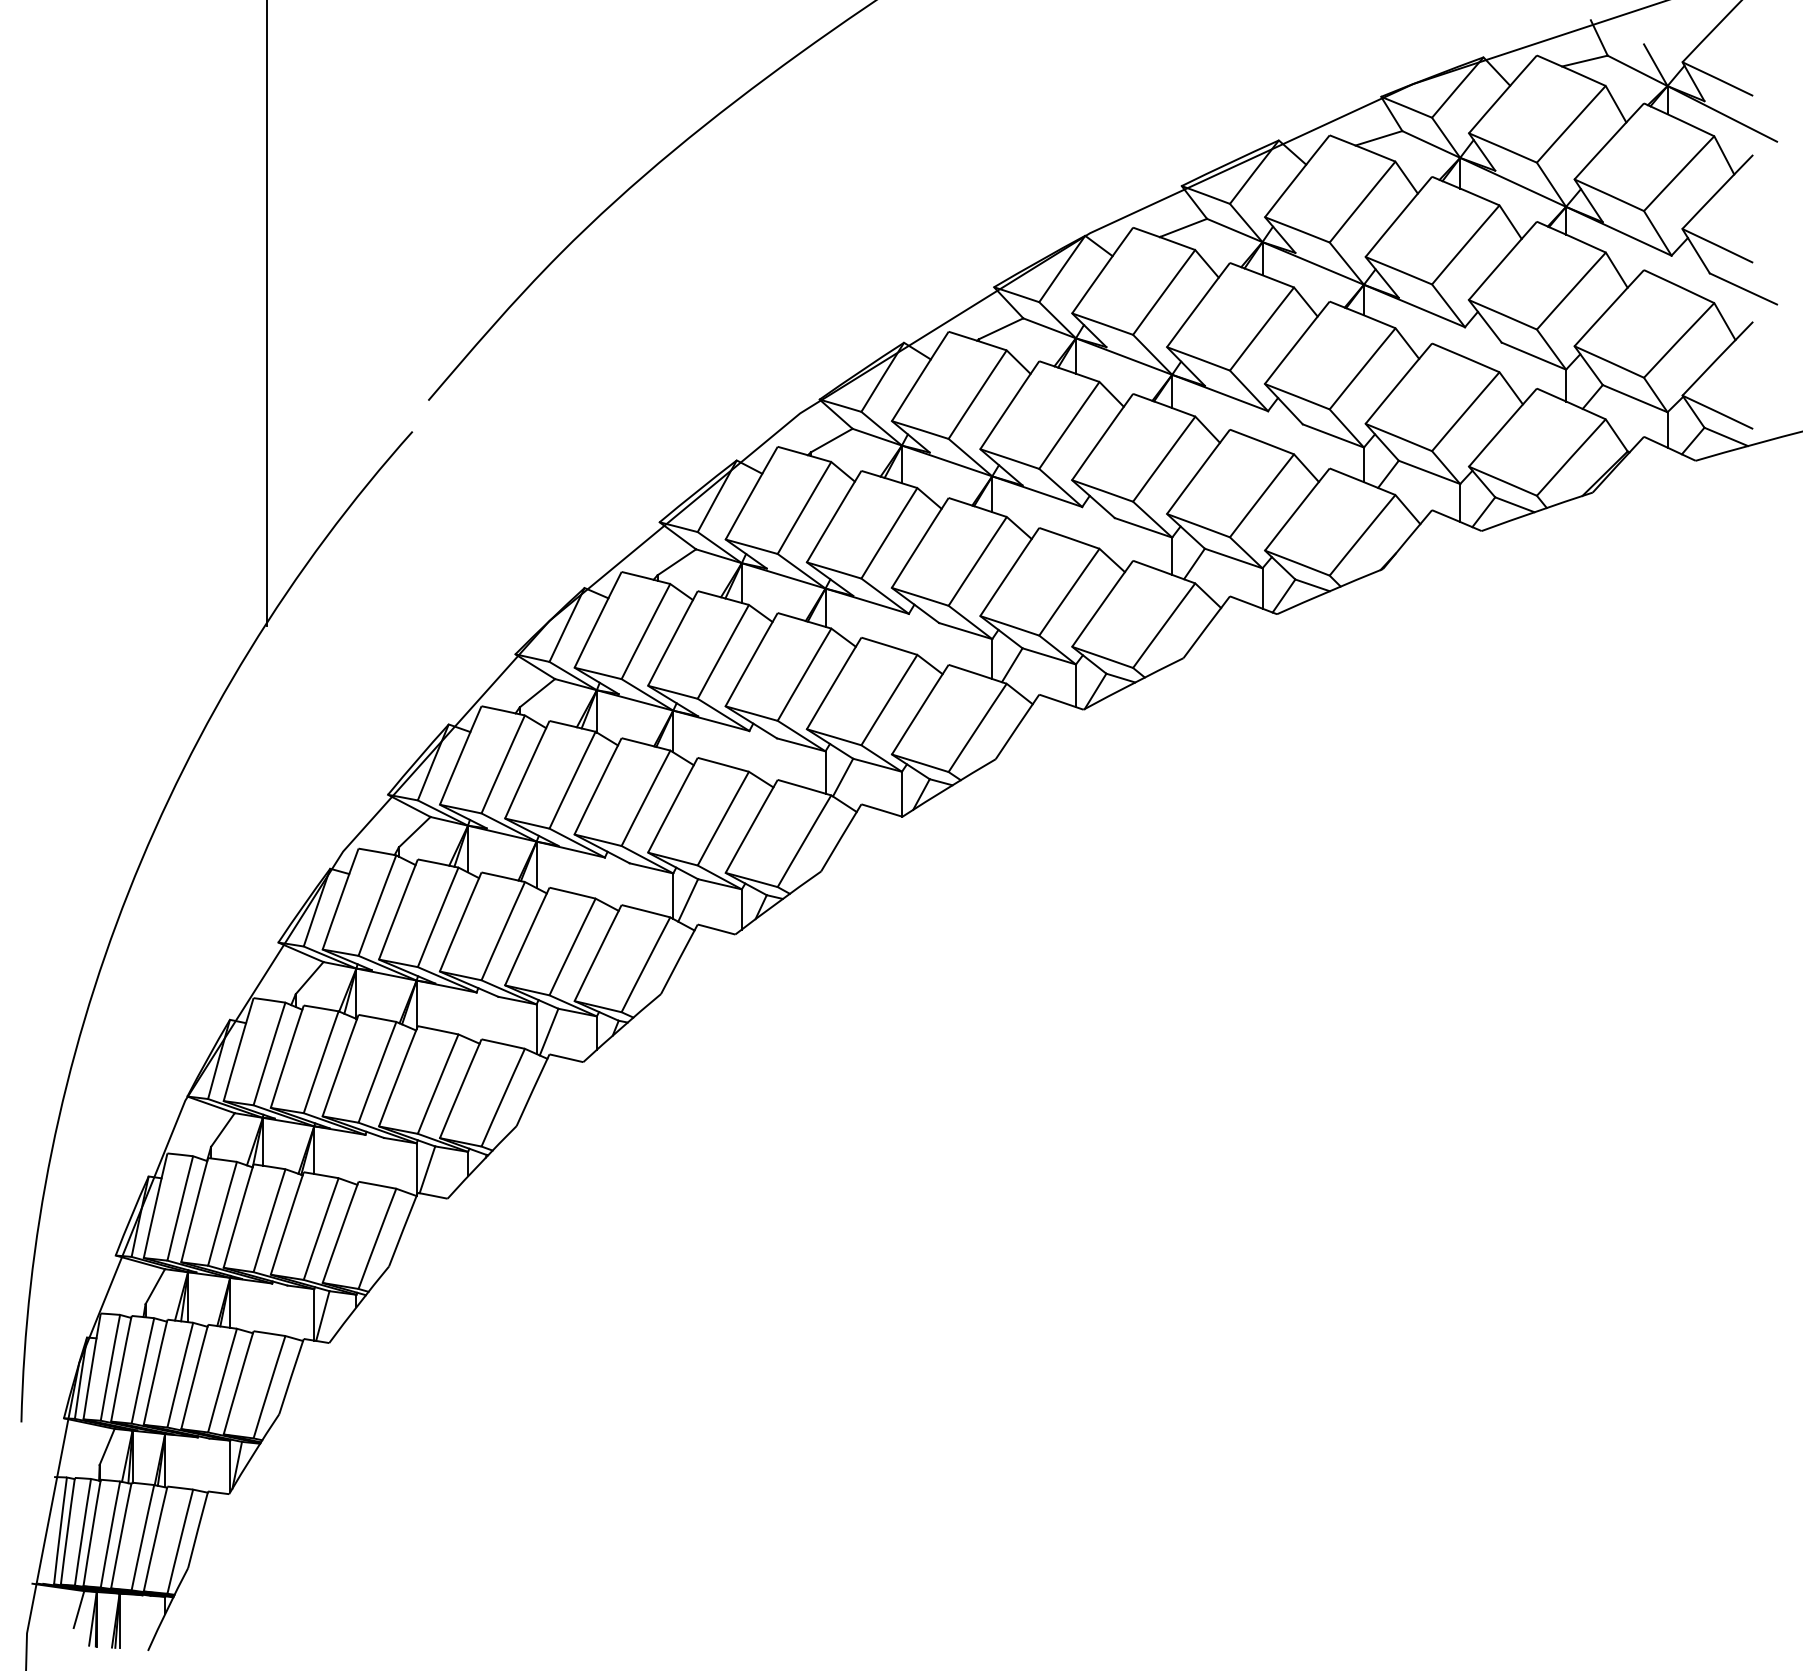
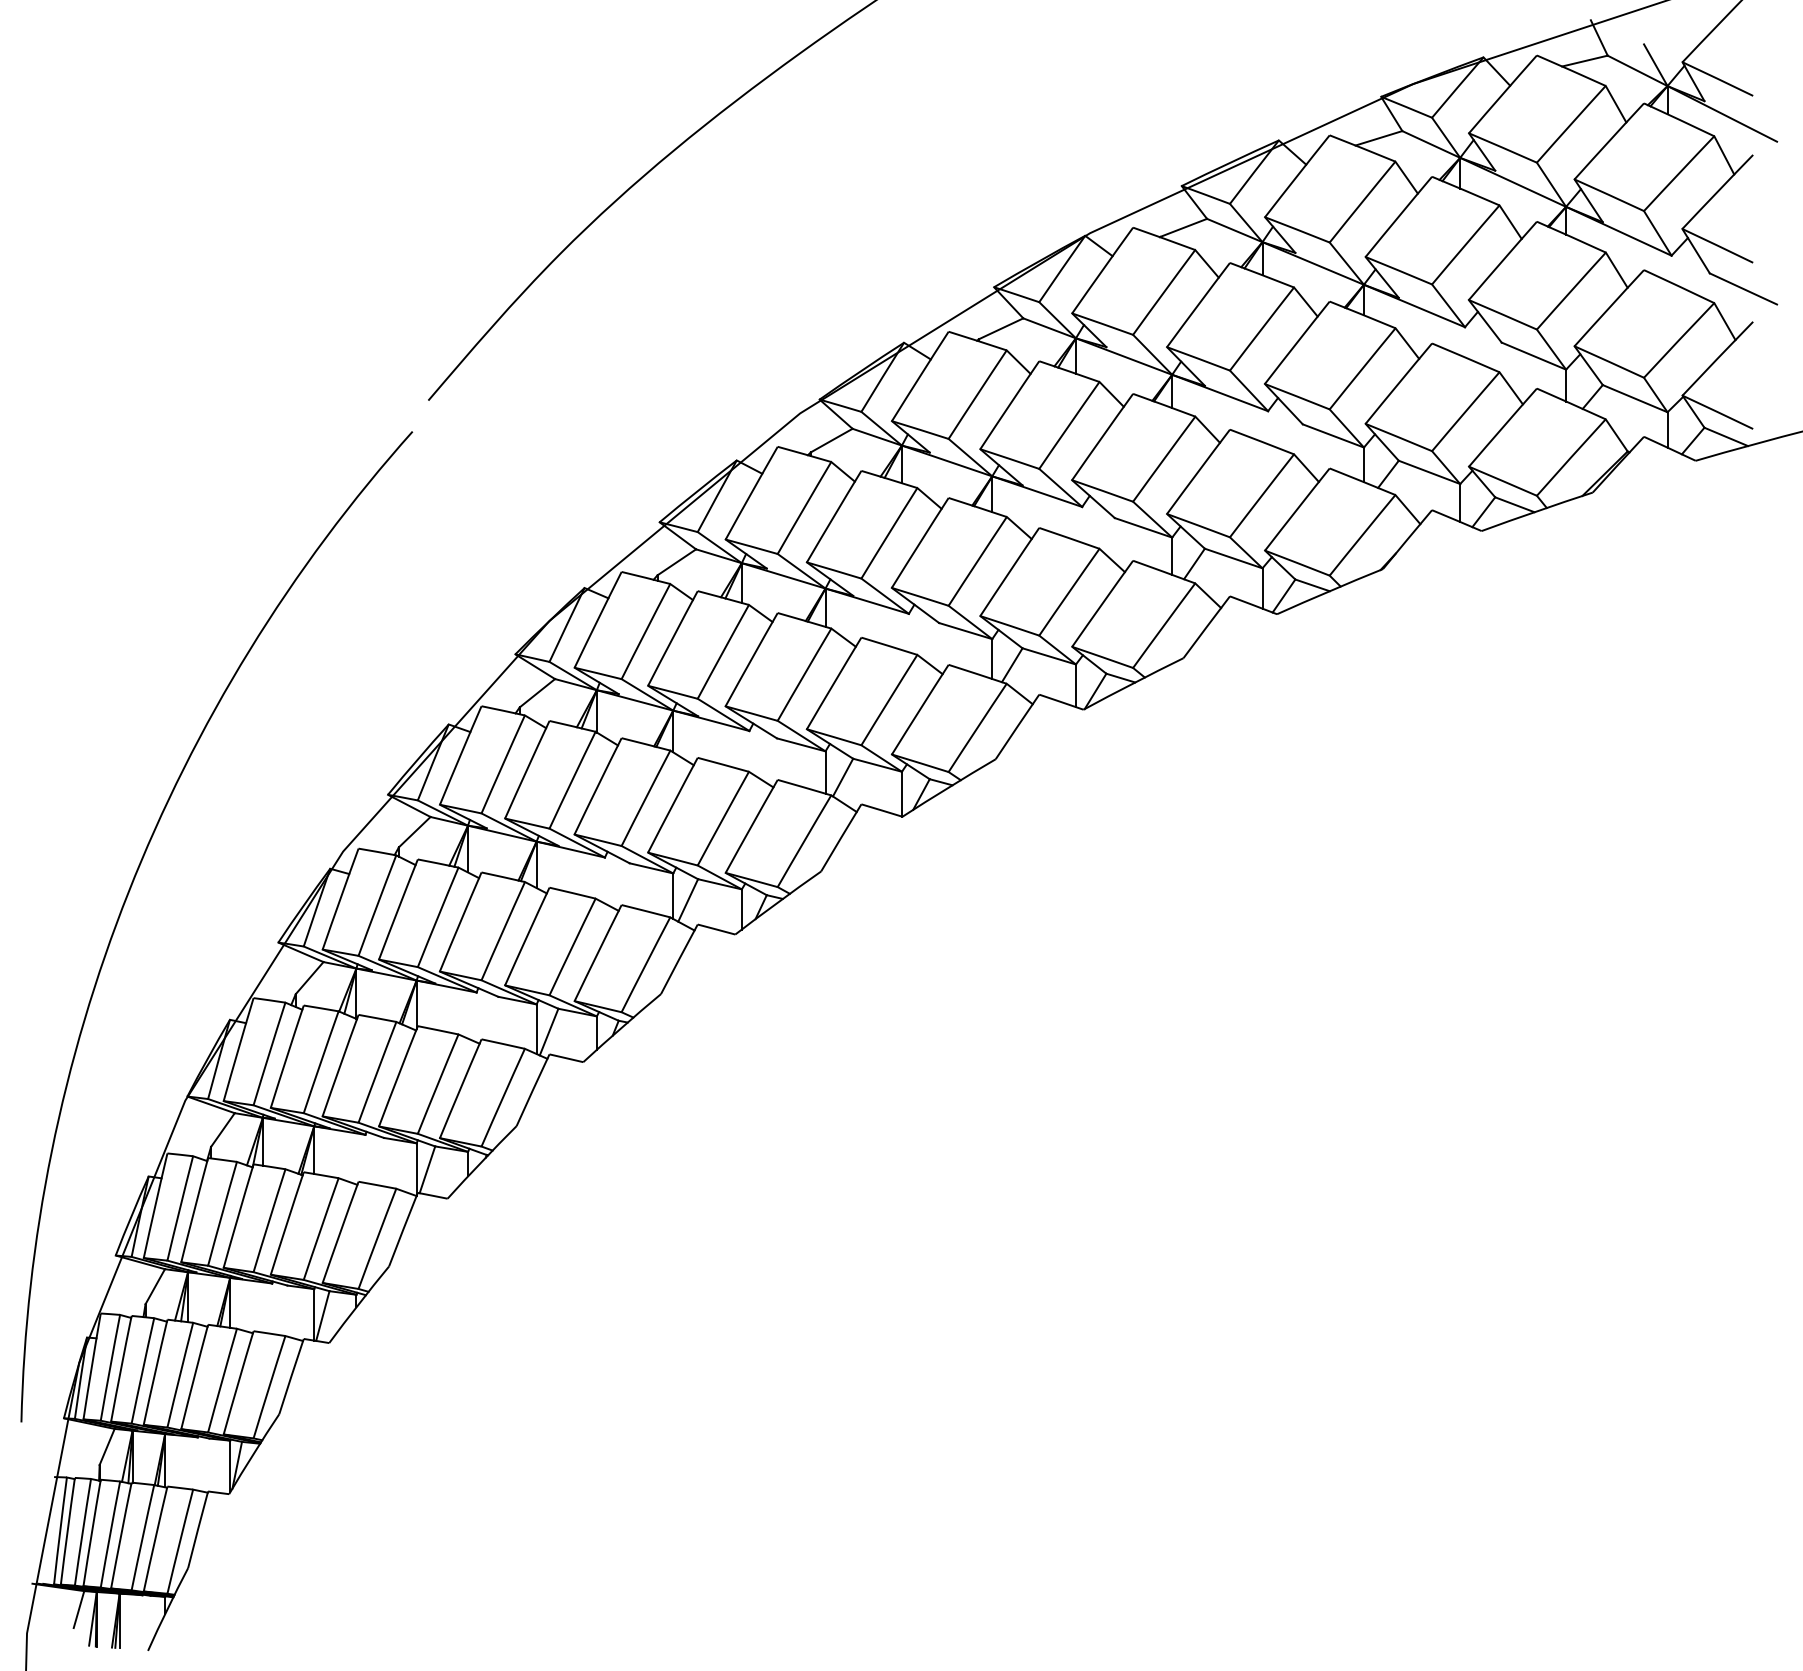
line at (267, 313): present -> none
